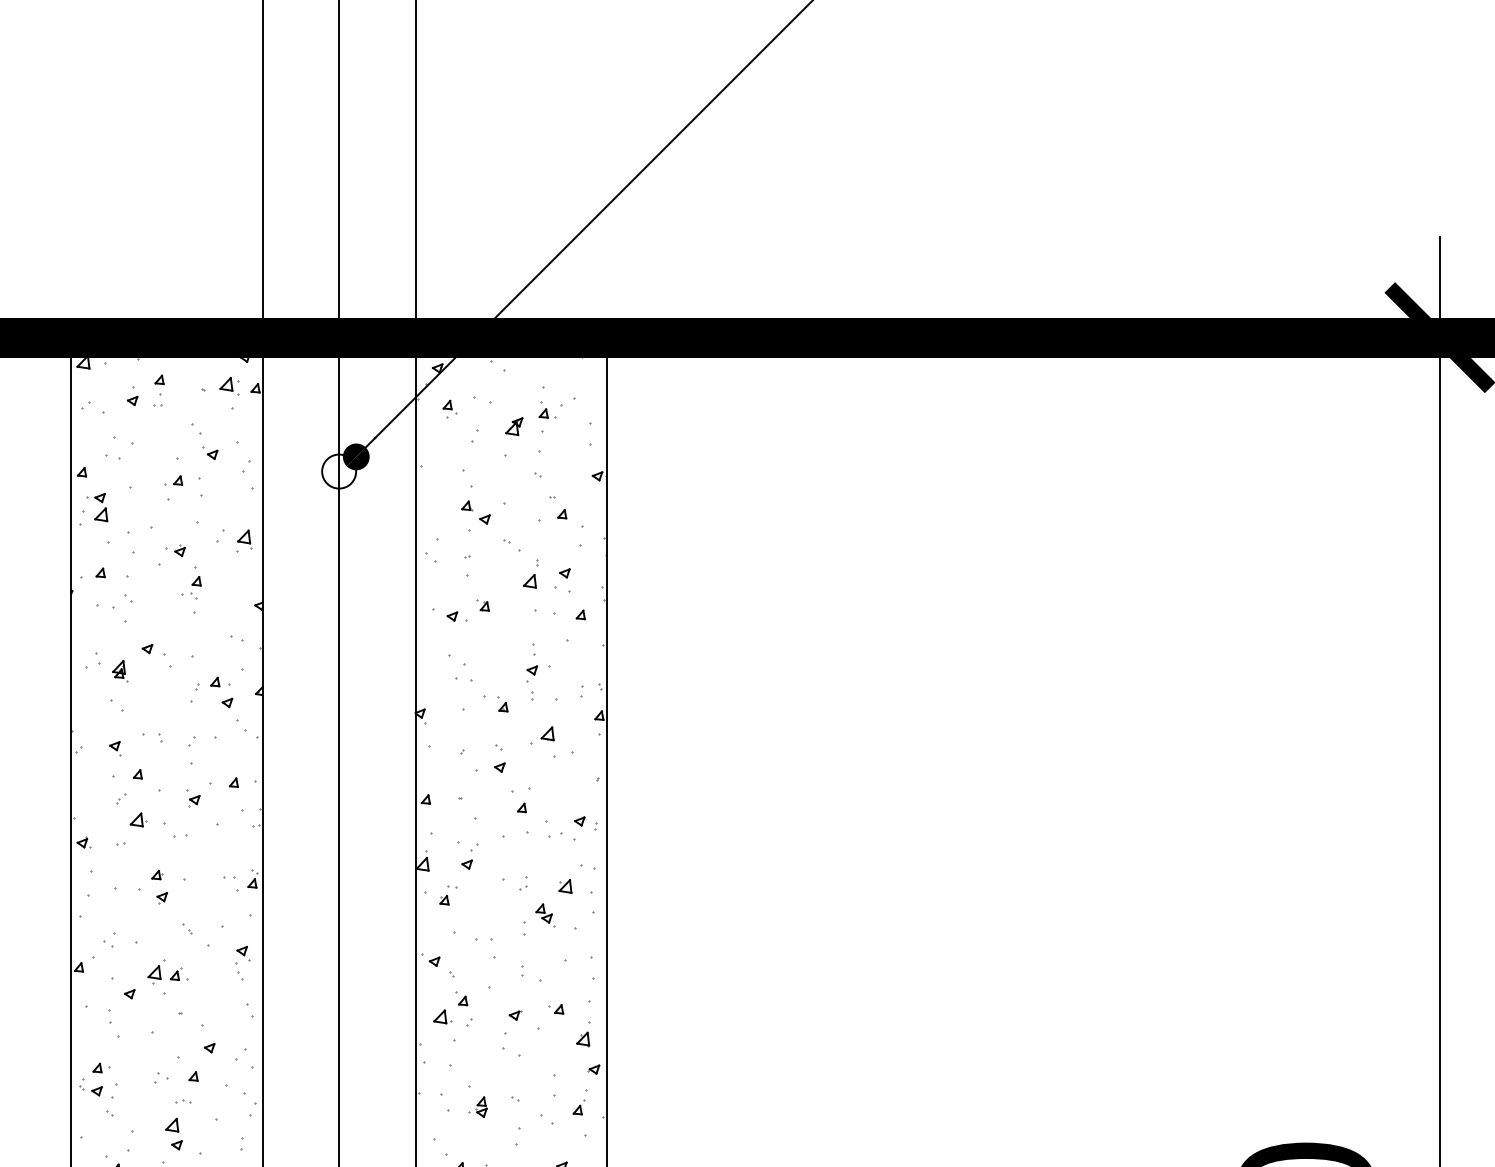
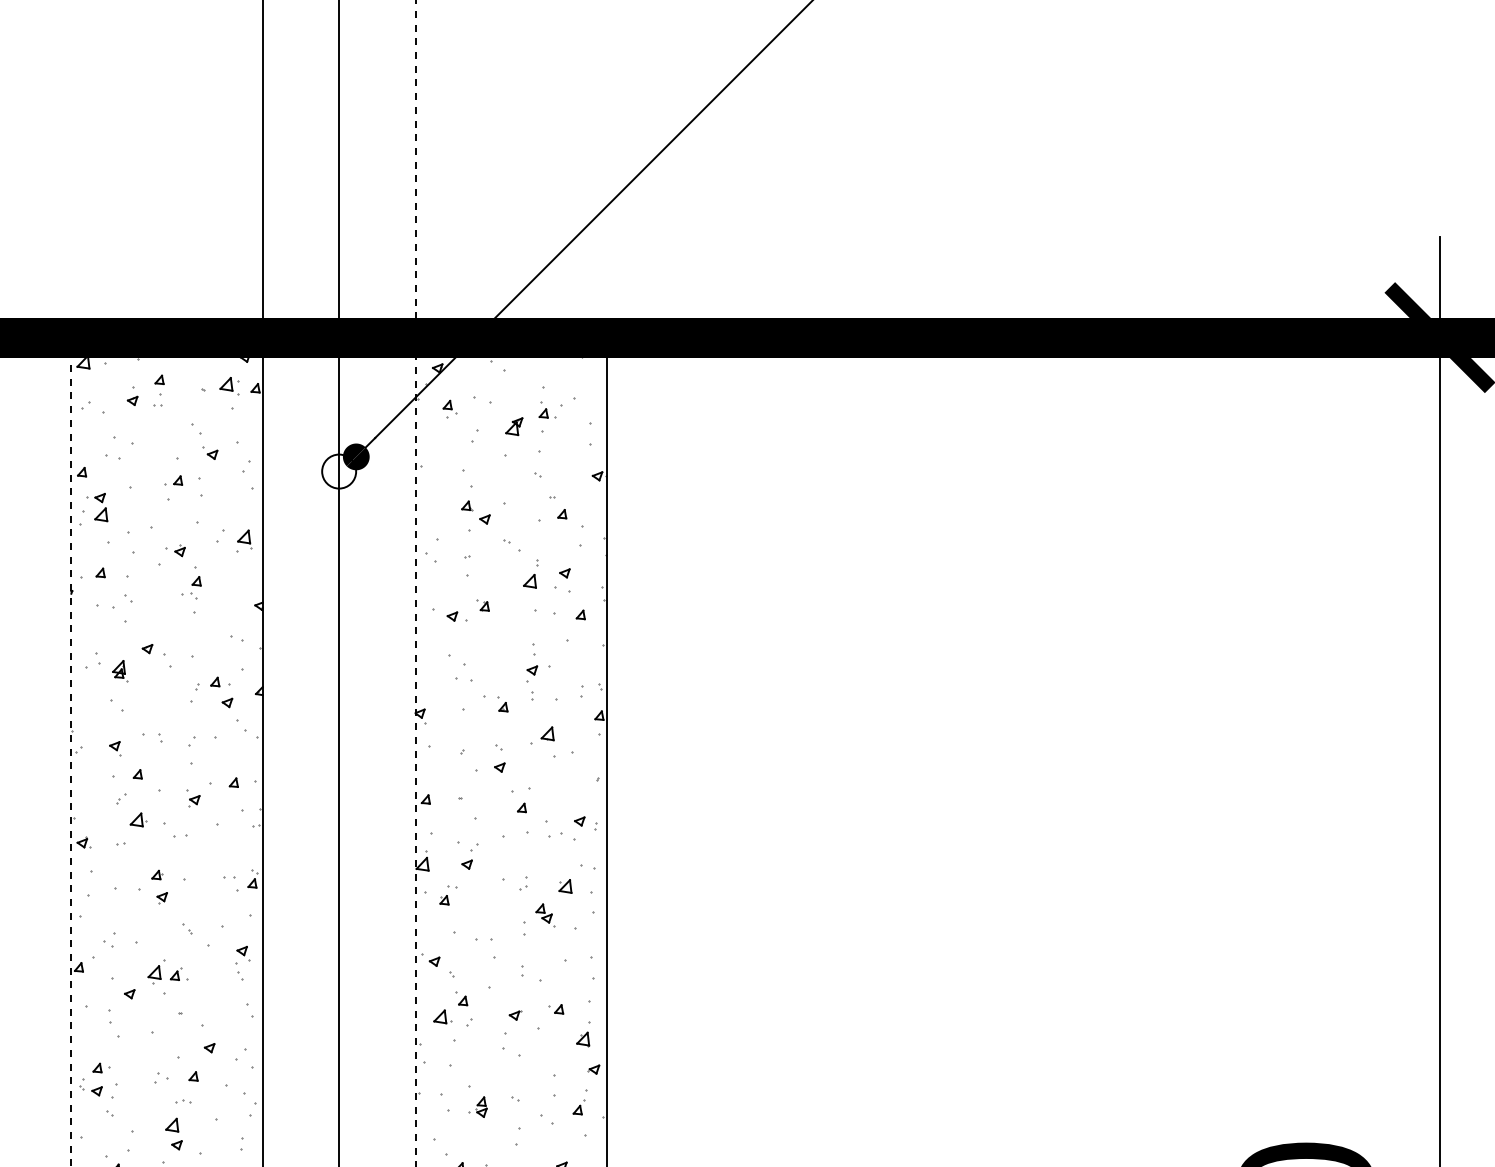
line at (415, 583): solid -> dashed
line at (71, 752): solid -> dashed
